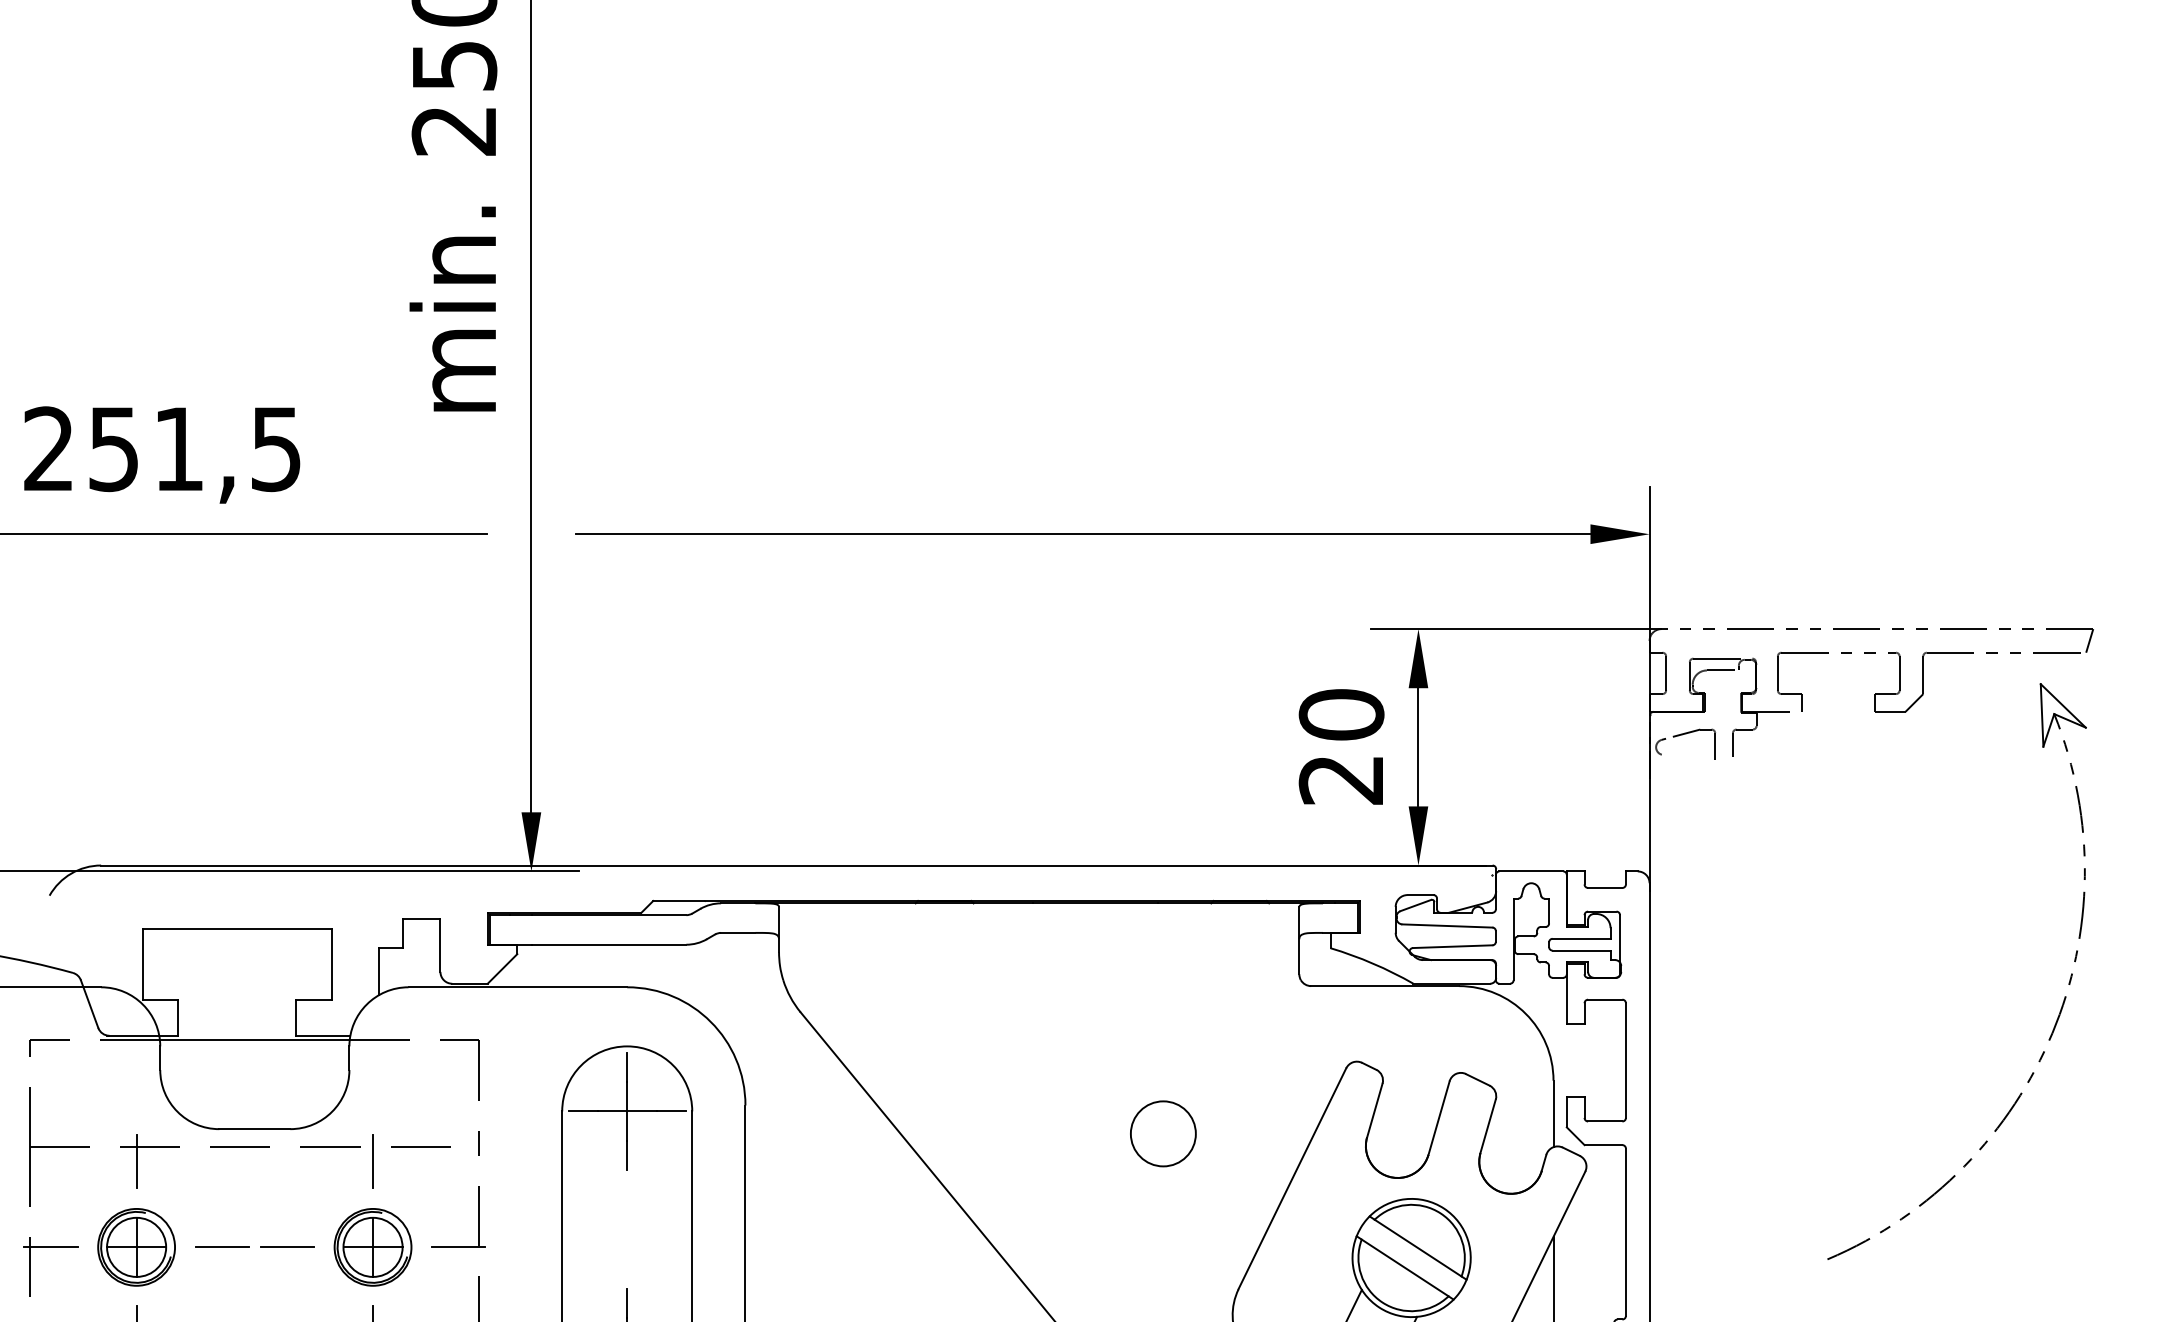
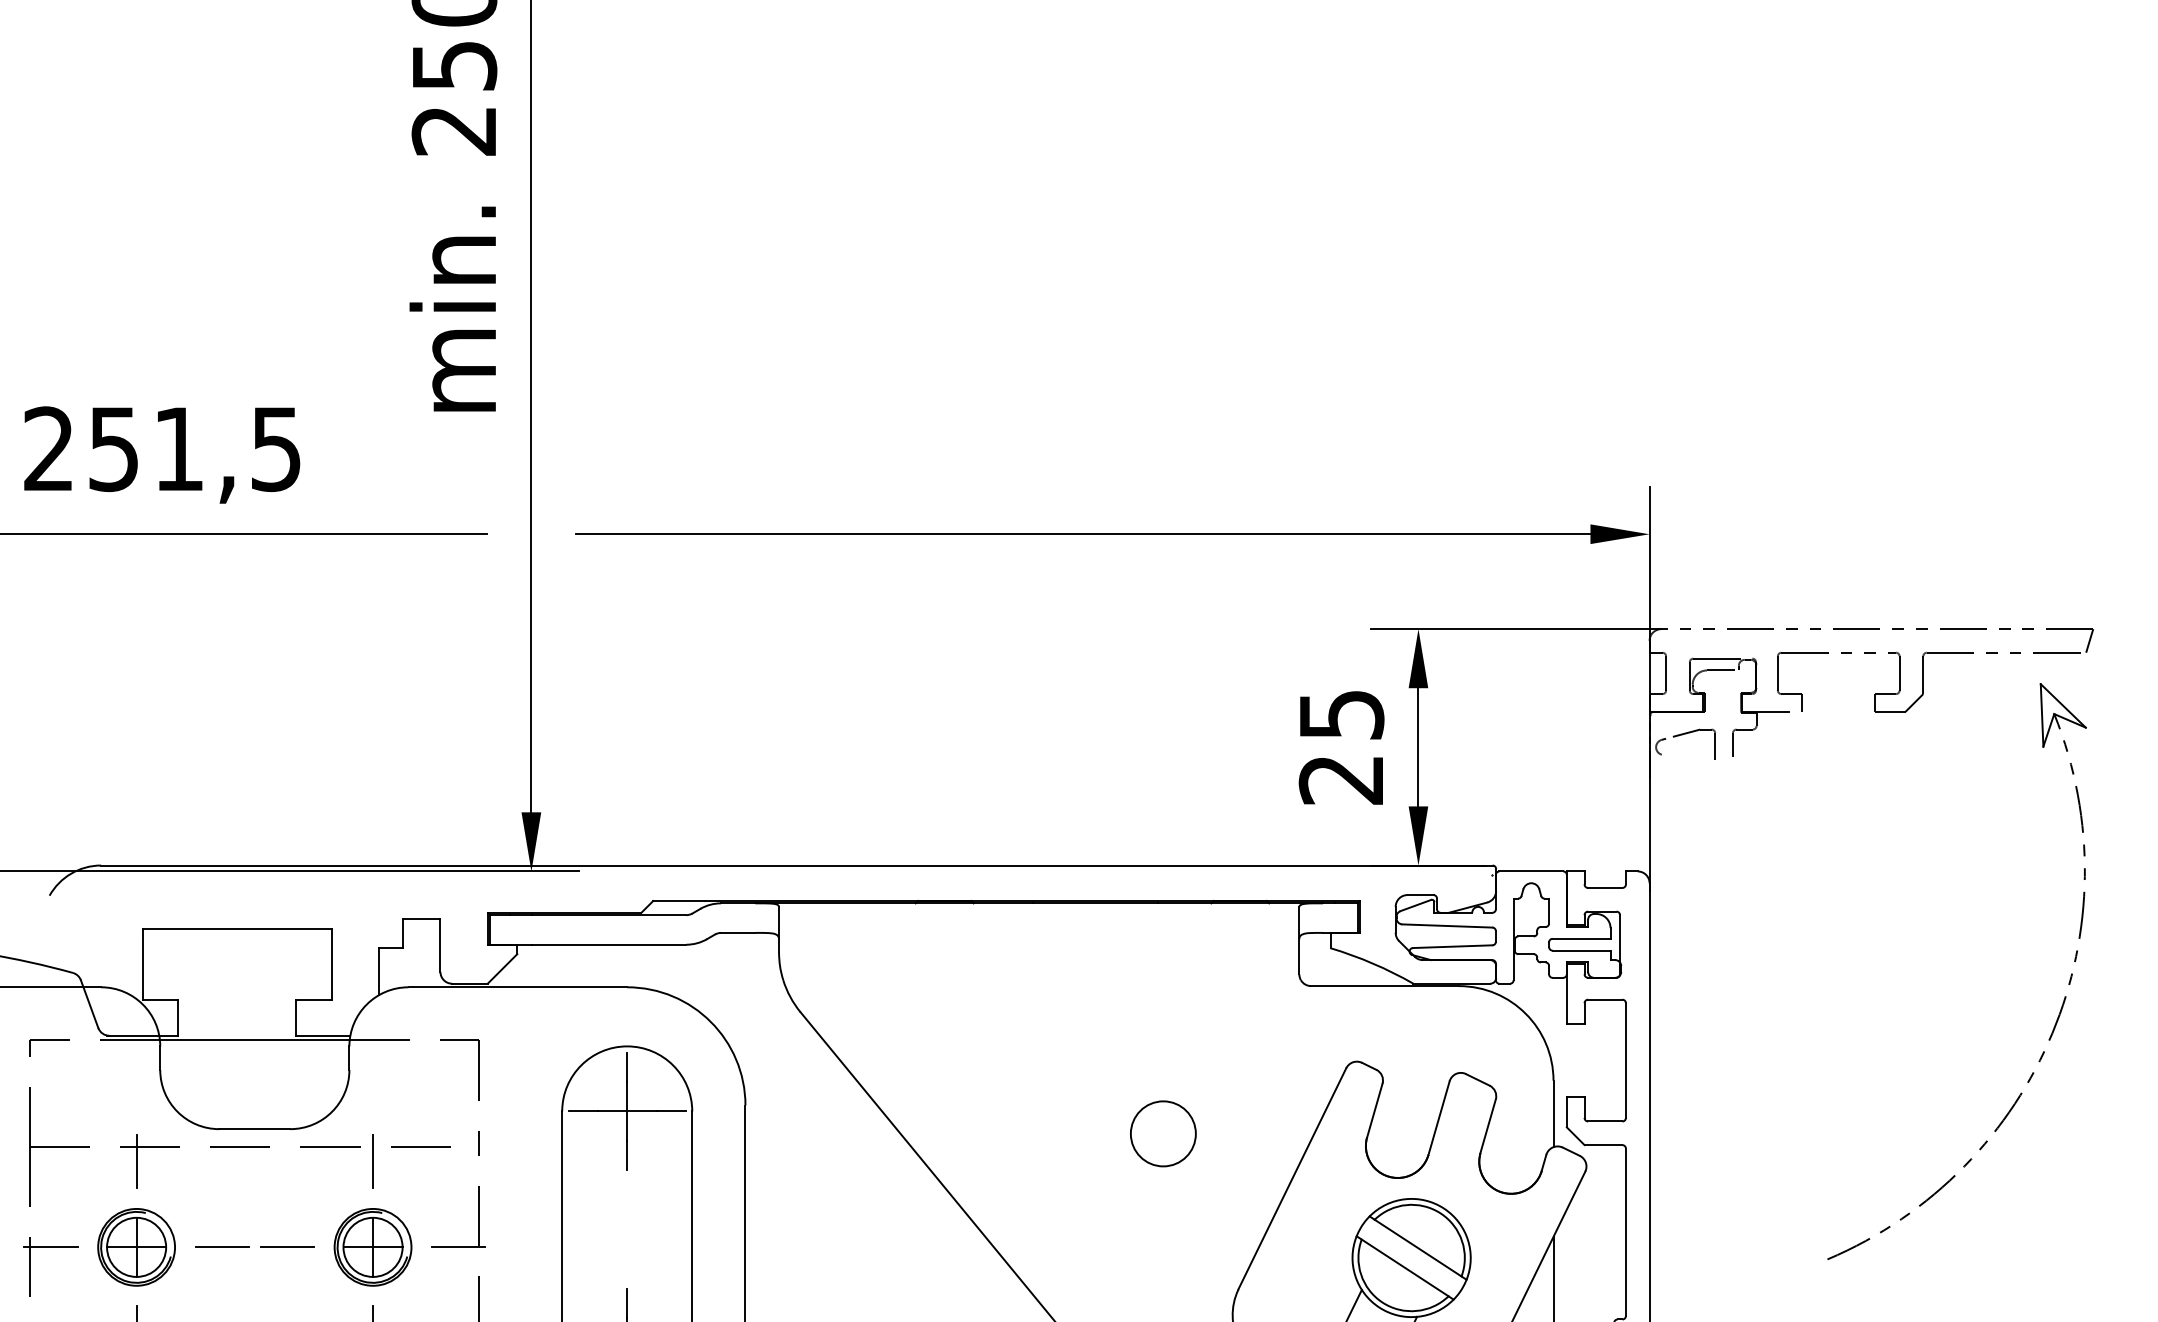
text at (1341, 714): 20 -> 25
